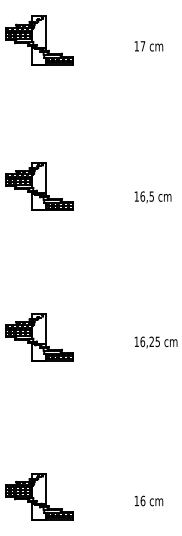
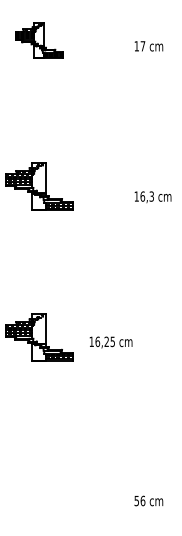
part at (39, 40) size: 69x51 px -> 49x37 px
text at (151, 195): 16,5 -> 16,3
text at (155, 342) position: (155, 342) -> (110, 342)
part at (39, 496): present -> none
text at (136, 500): 16 -> 56
